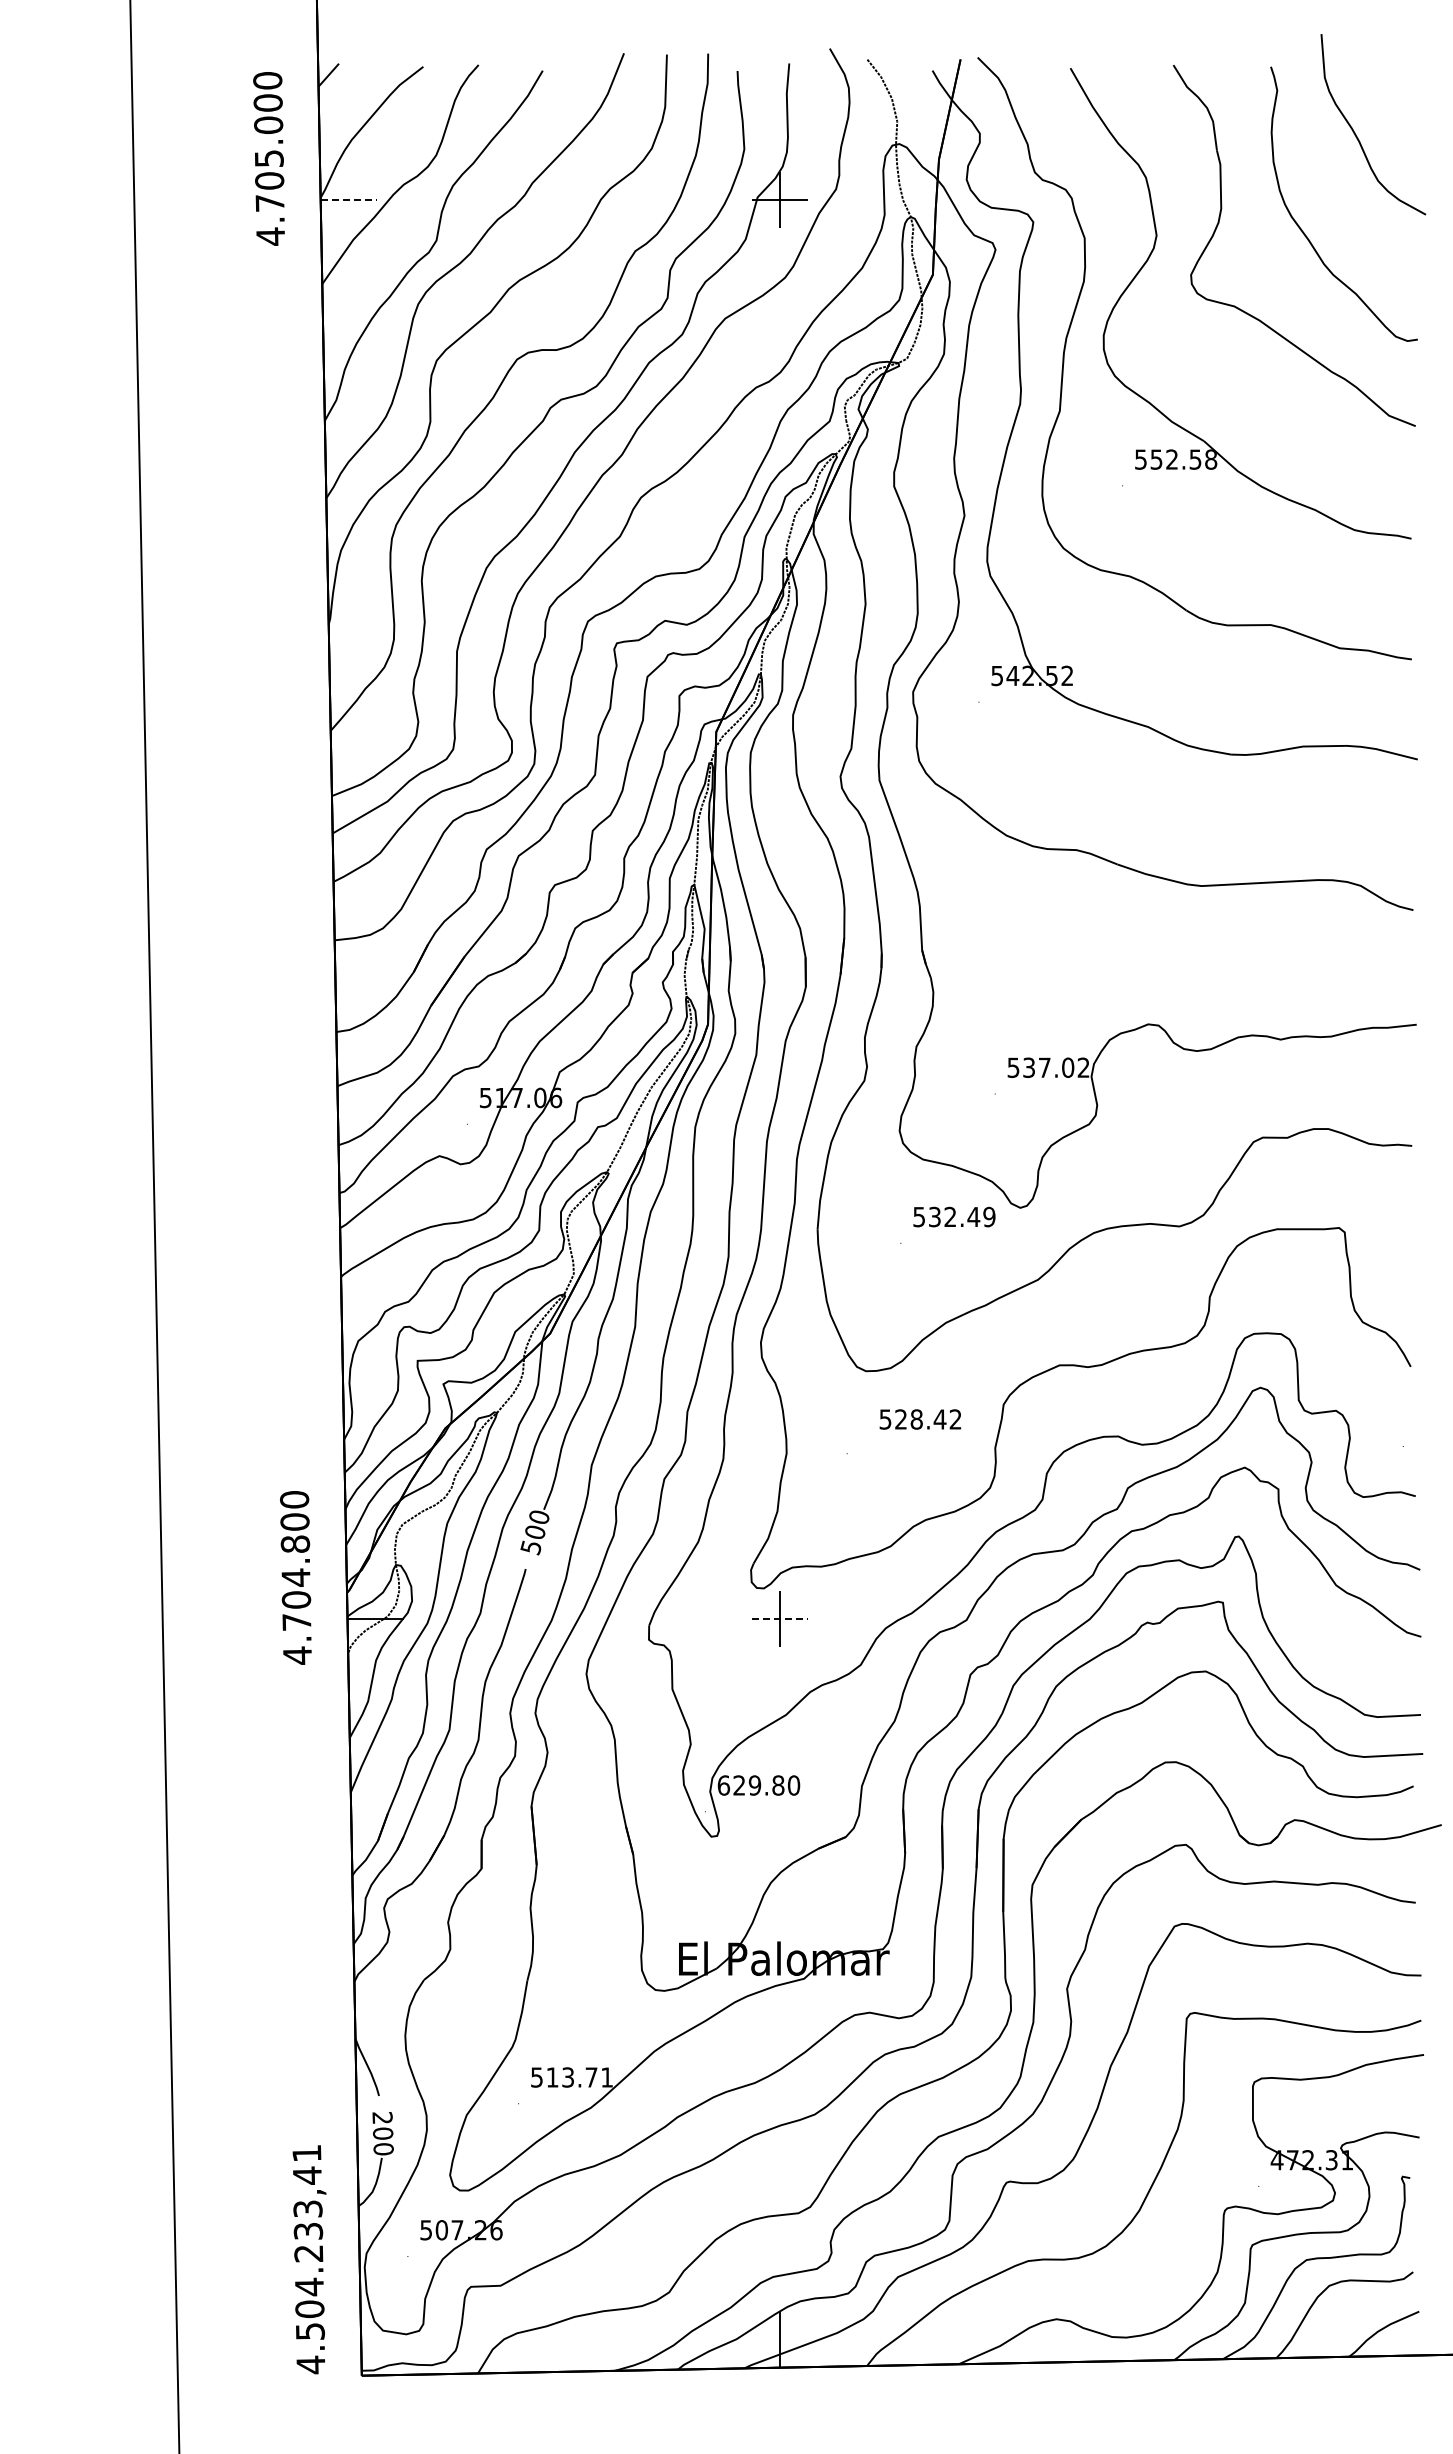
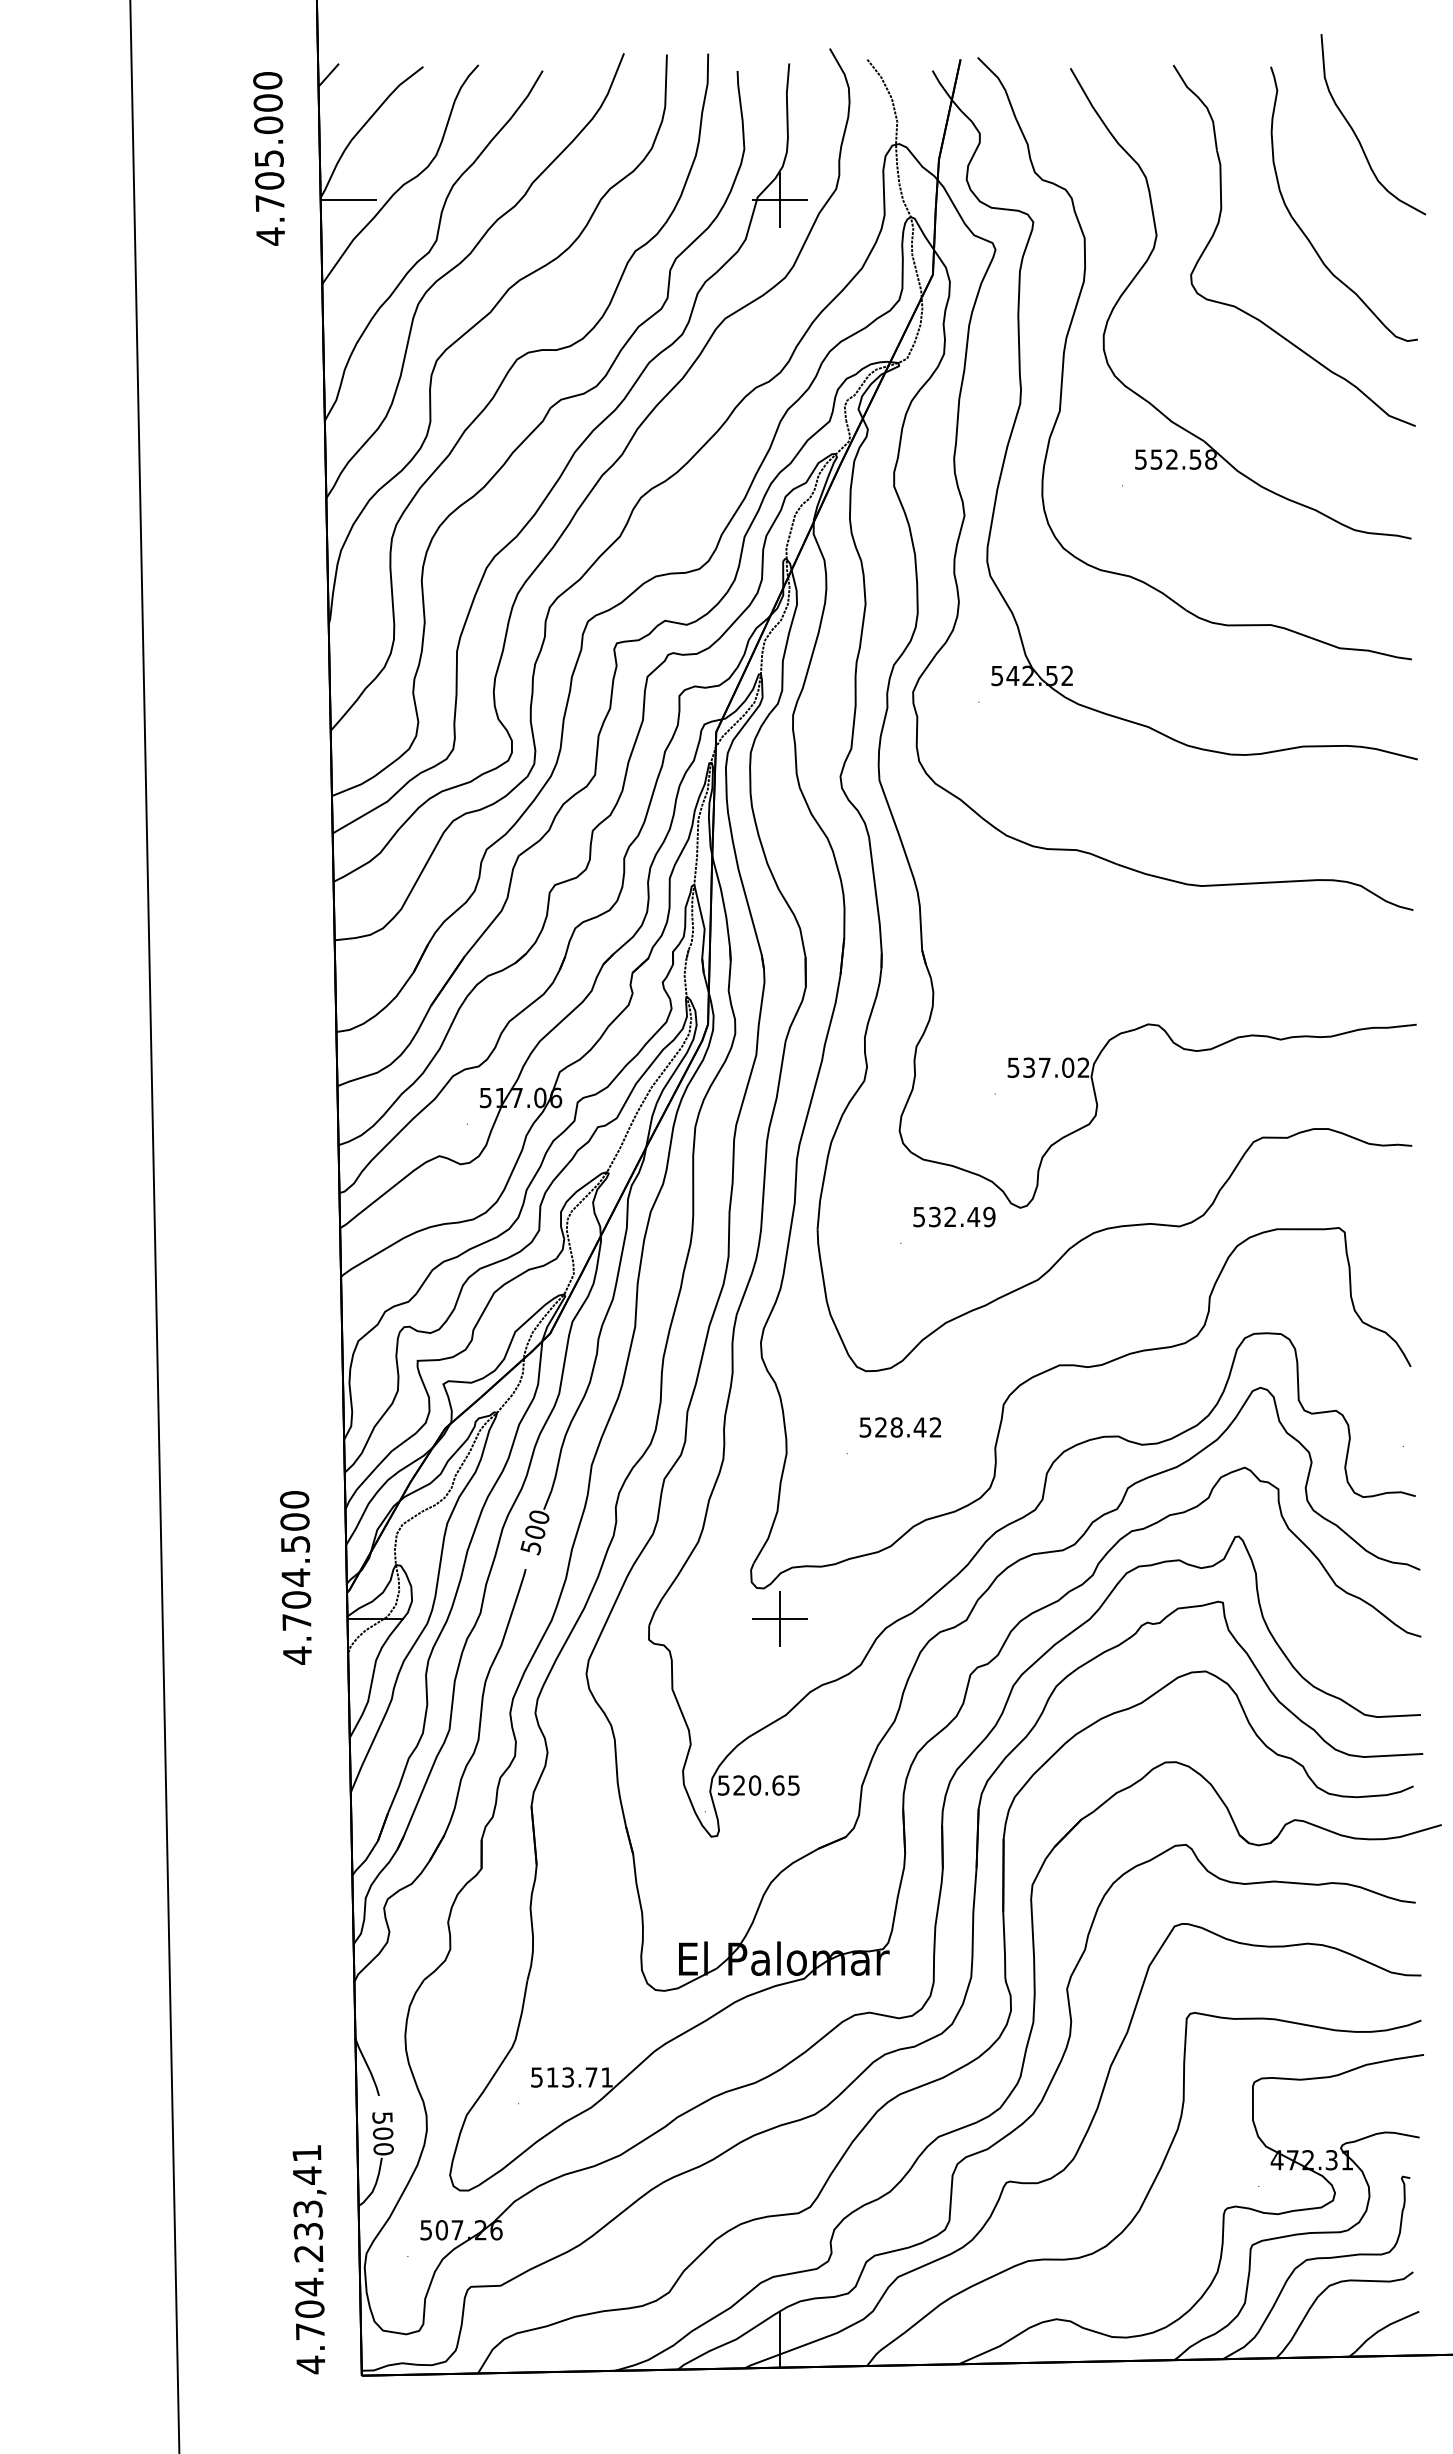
line at (349, 200): dashed -> solid
text at (920, 1419) position: (920, 1419) -> (900, 1427)
text at (295, 1543): 4.704.800 -> 4.704.500
line at (780, 1619): dashed -> solid
text at (758, 1785): 629.80 -> 520.65
text at (382, 2117): 200 -> 500
text at (310, 2331): 4.504.233,41 -> 4.704.233,41
